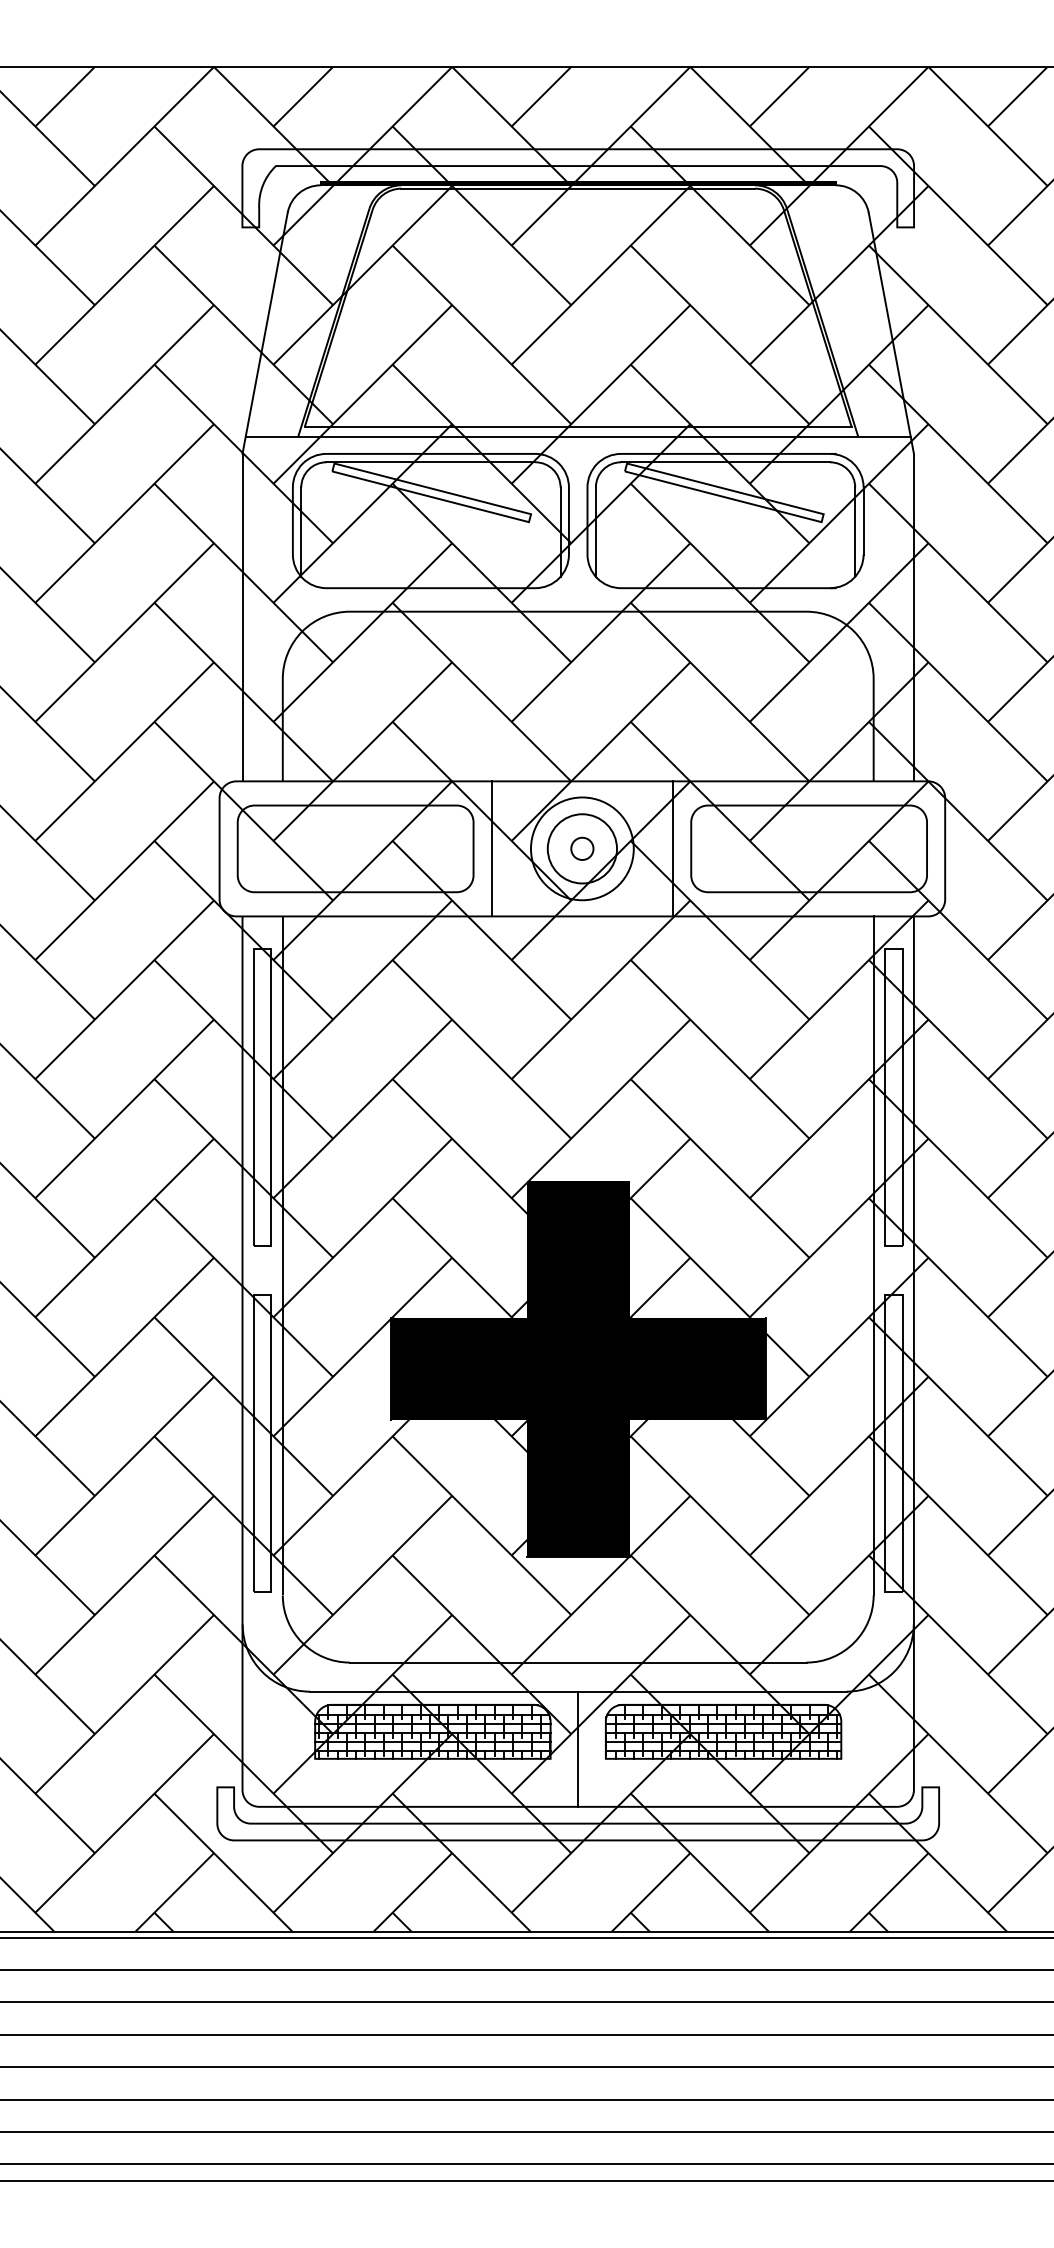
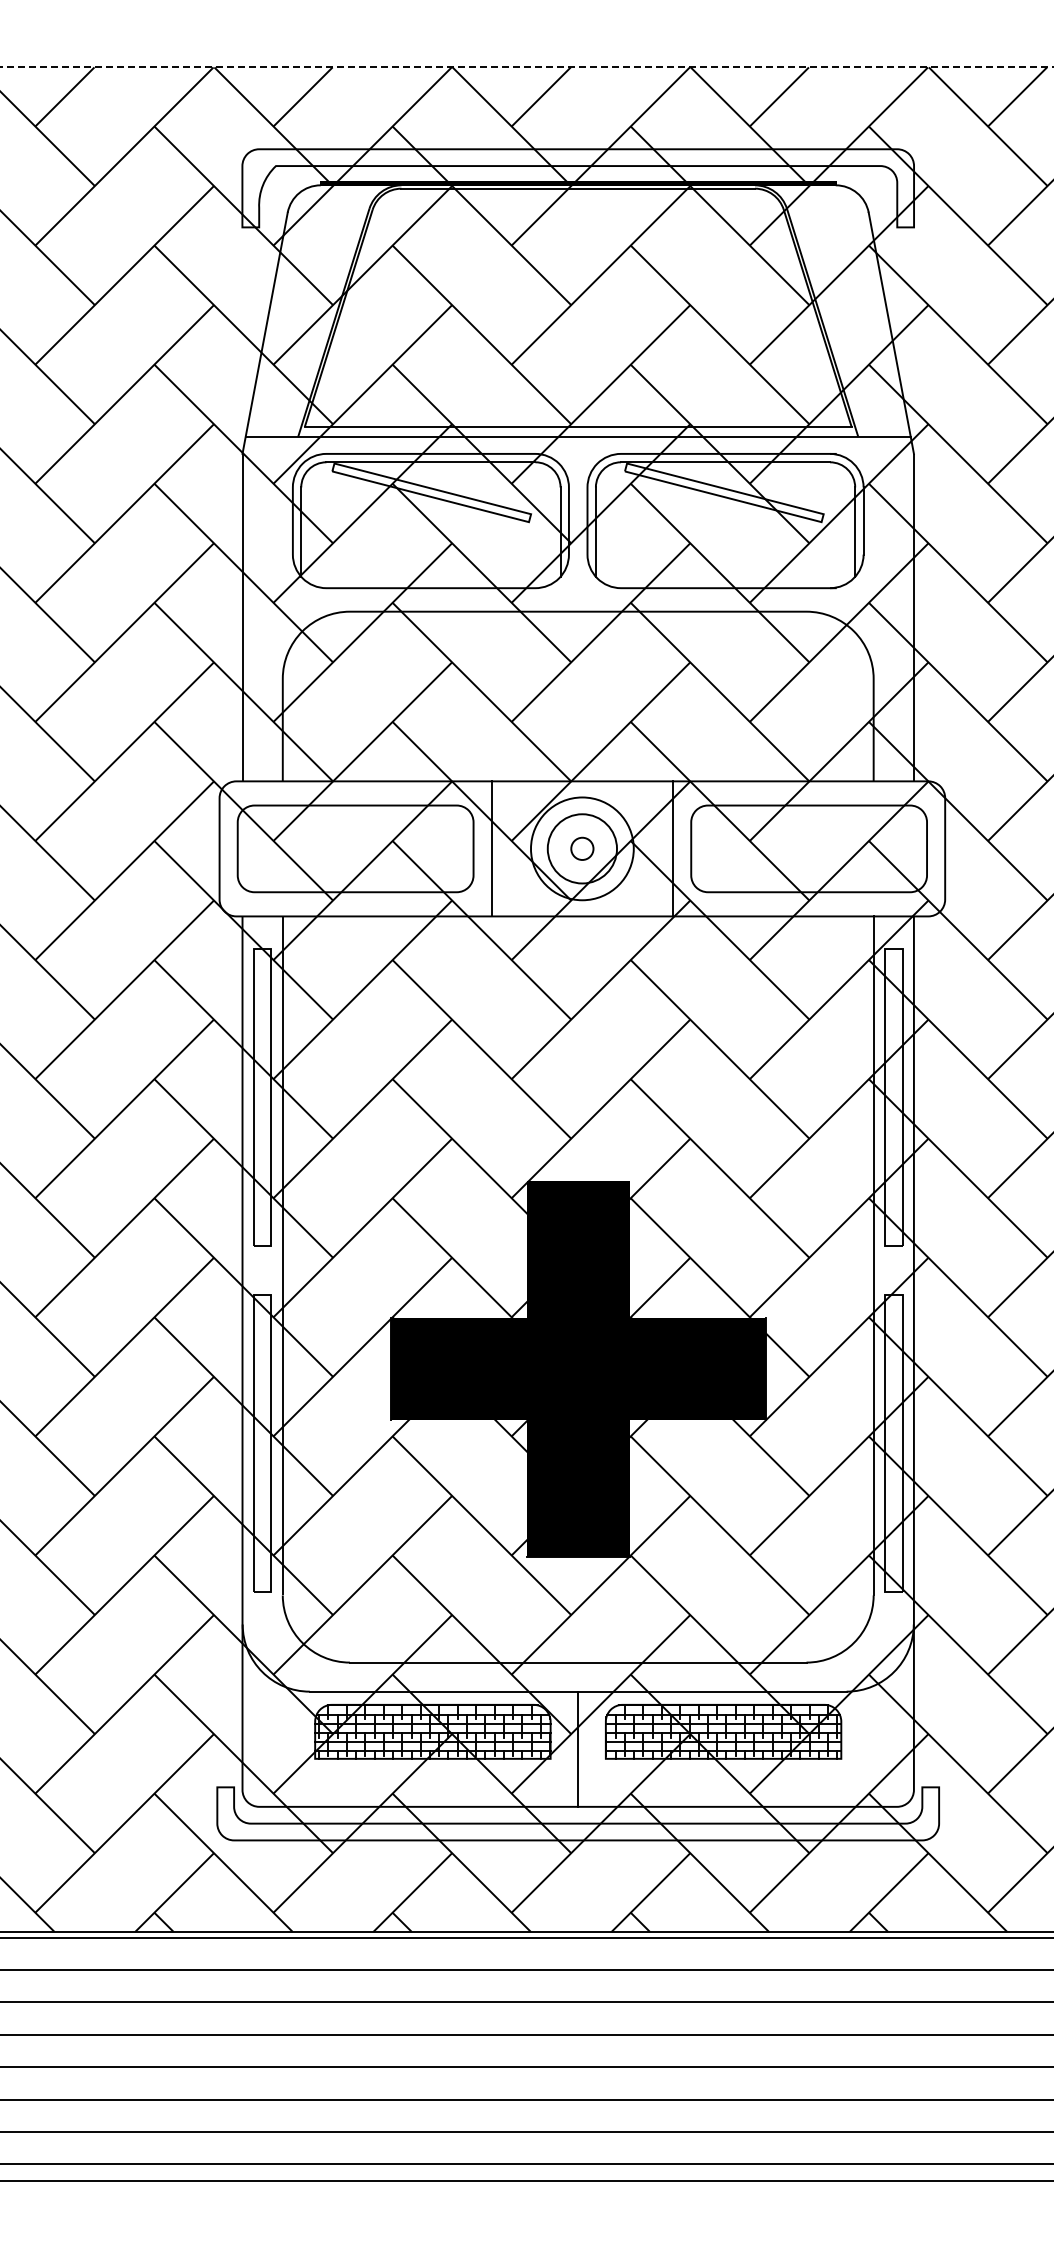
line at (527, 67): solid -> dashed
